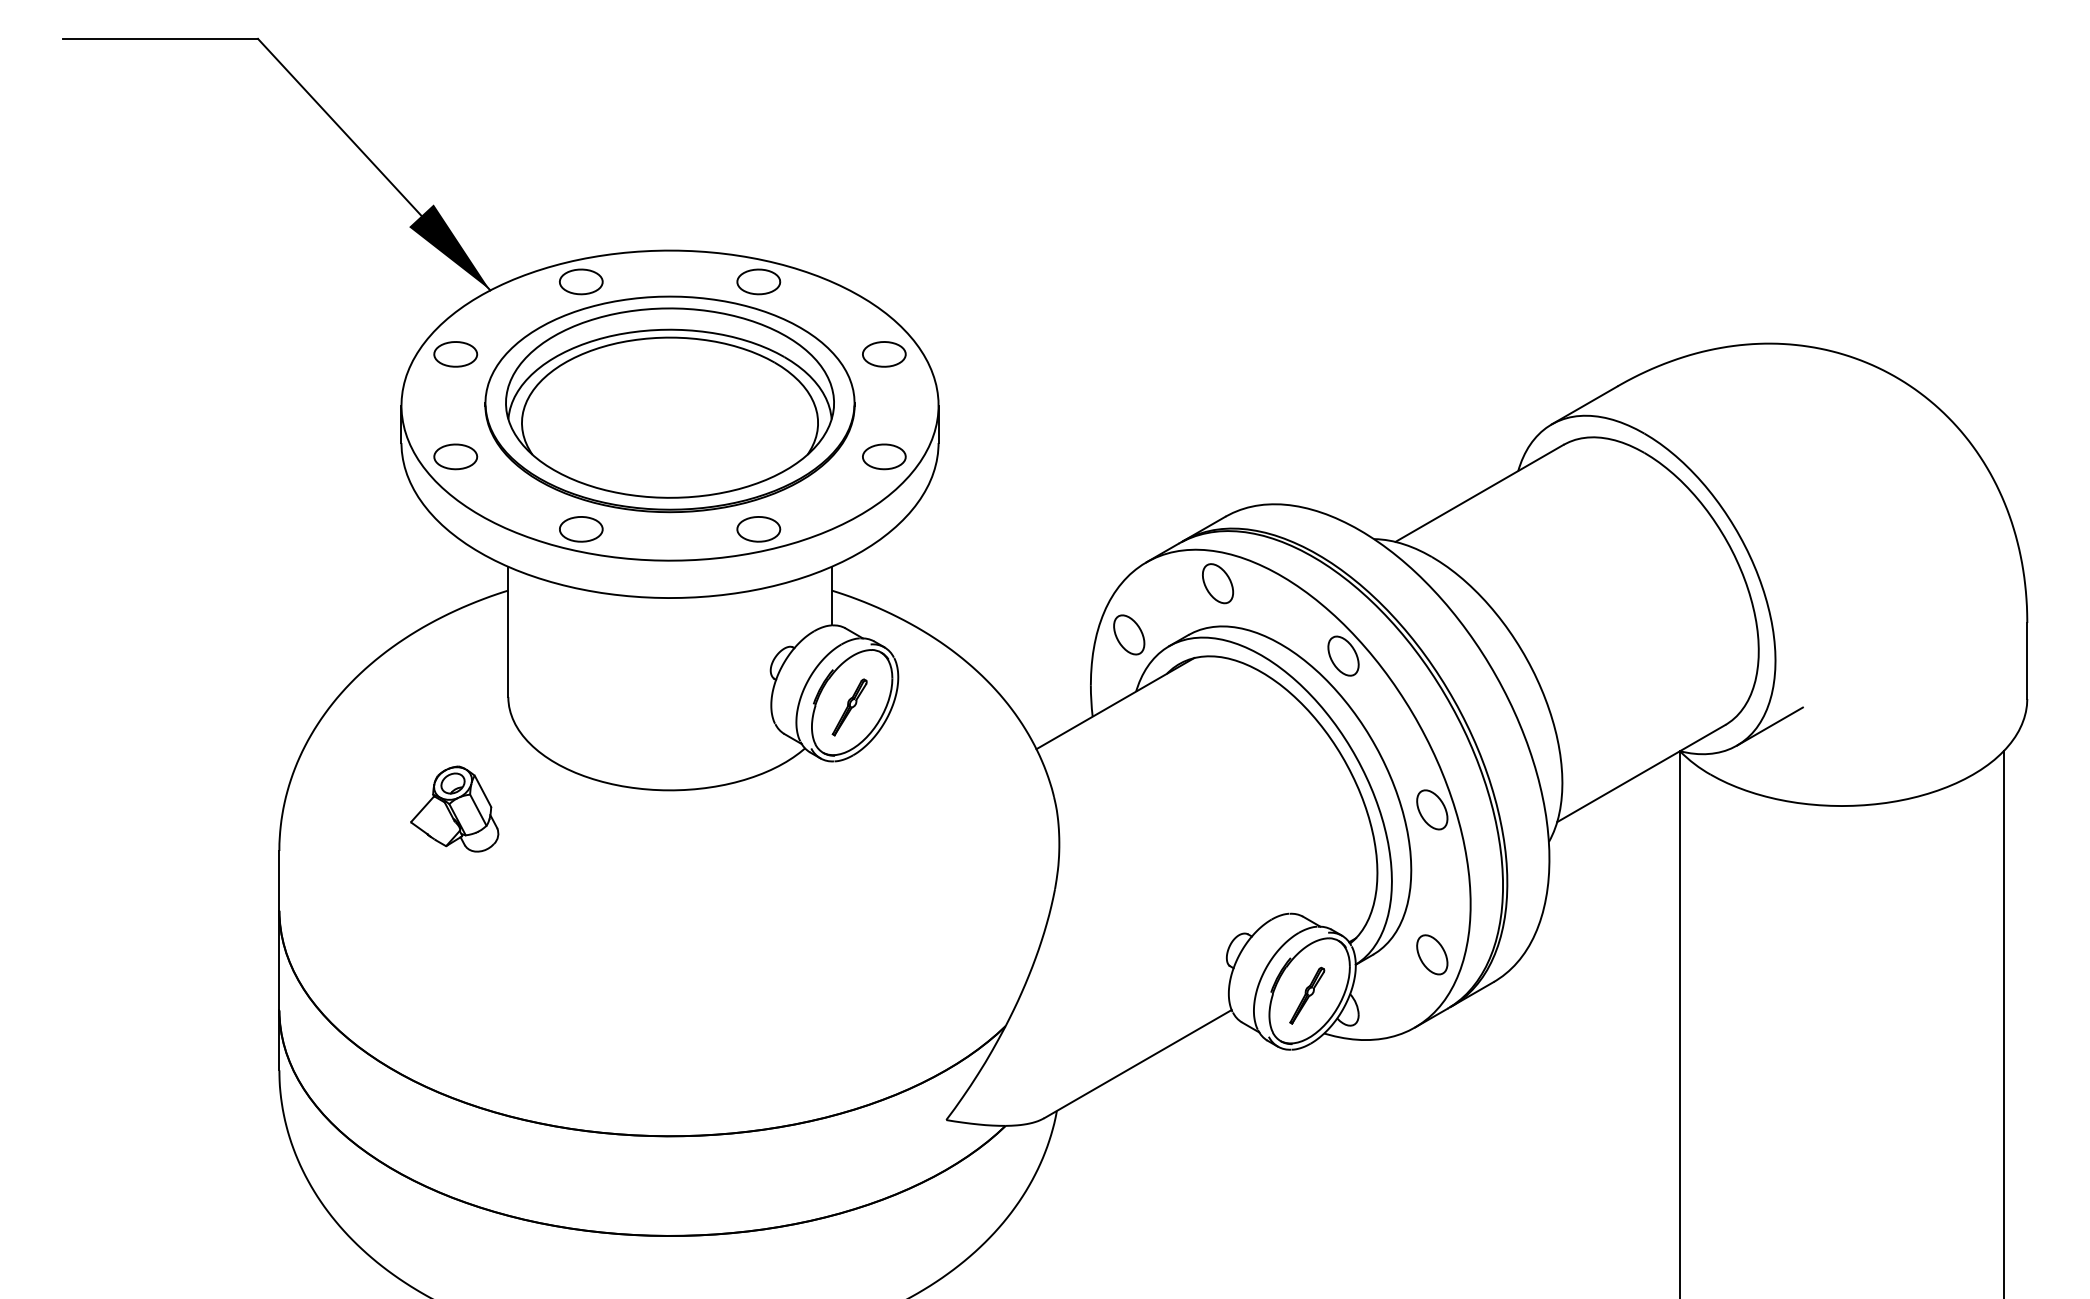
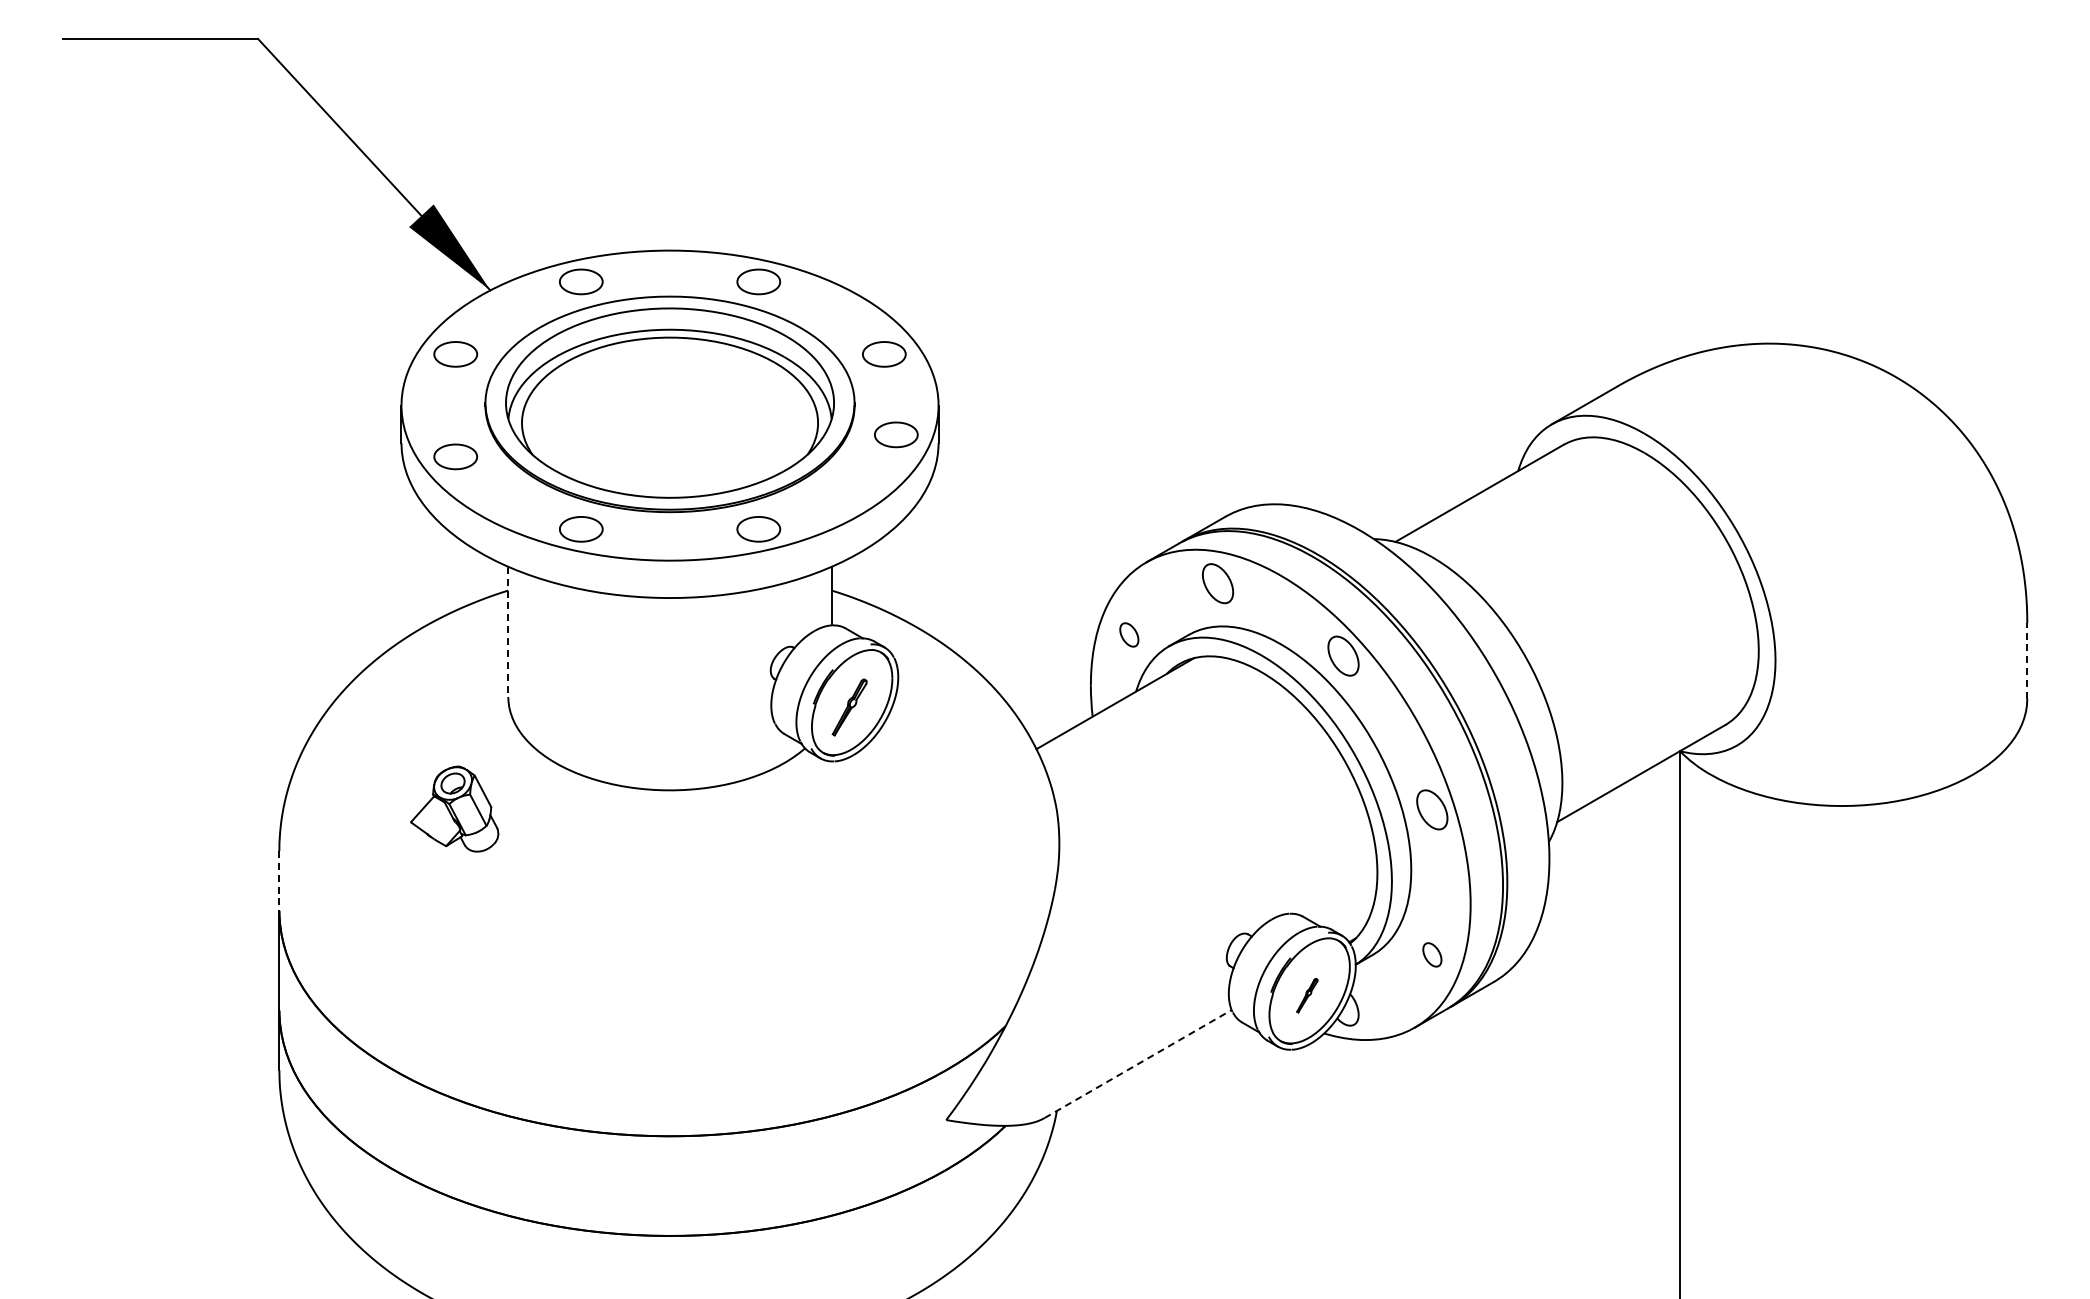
part at (884, 456) position: (884, 456) -> (896, 434)
line at (508, 632): solid -> dashed
part at (1129, 634) size: 33x42 px -> 21x26 px
line at (2027, 661): solid -> dashed
line at (1769, 726): present -> none
line at (279, 880): solid -> dashed
part at (1432, 954) size: 33x42 px -> 21x26 px
part at (1307, 995) size: 37x59 px -> 23x36 px
line at (2003, 1023): present -> none
line at (1138, 1063): solid -> dashed
